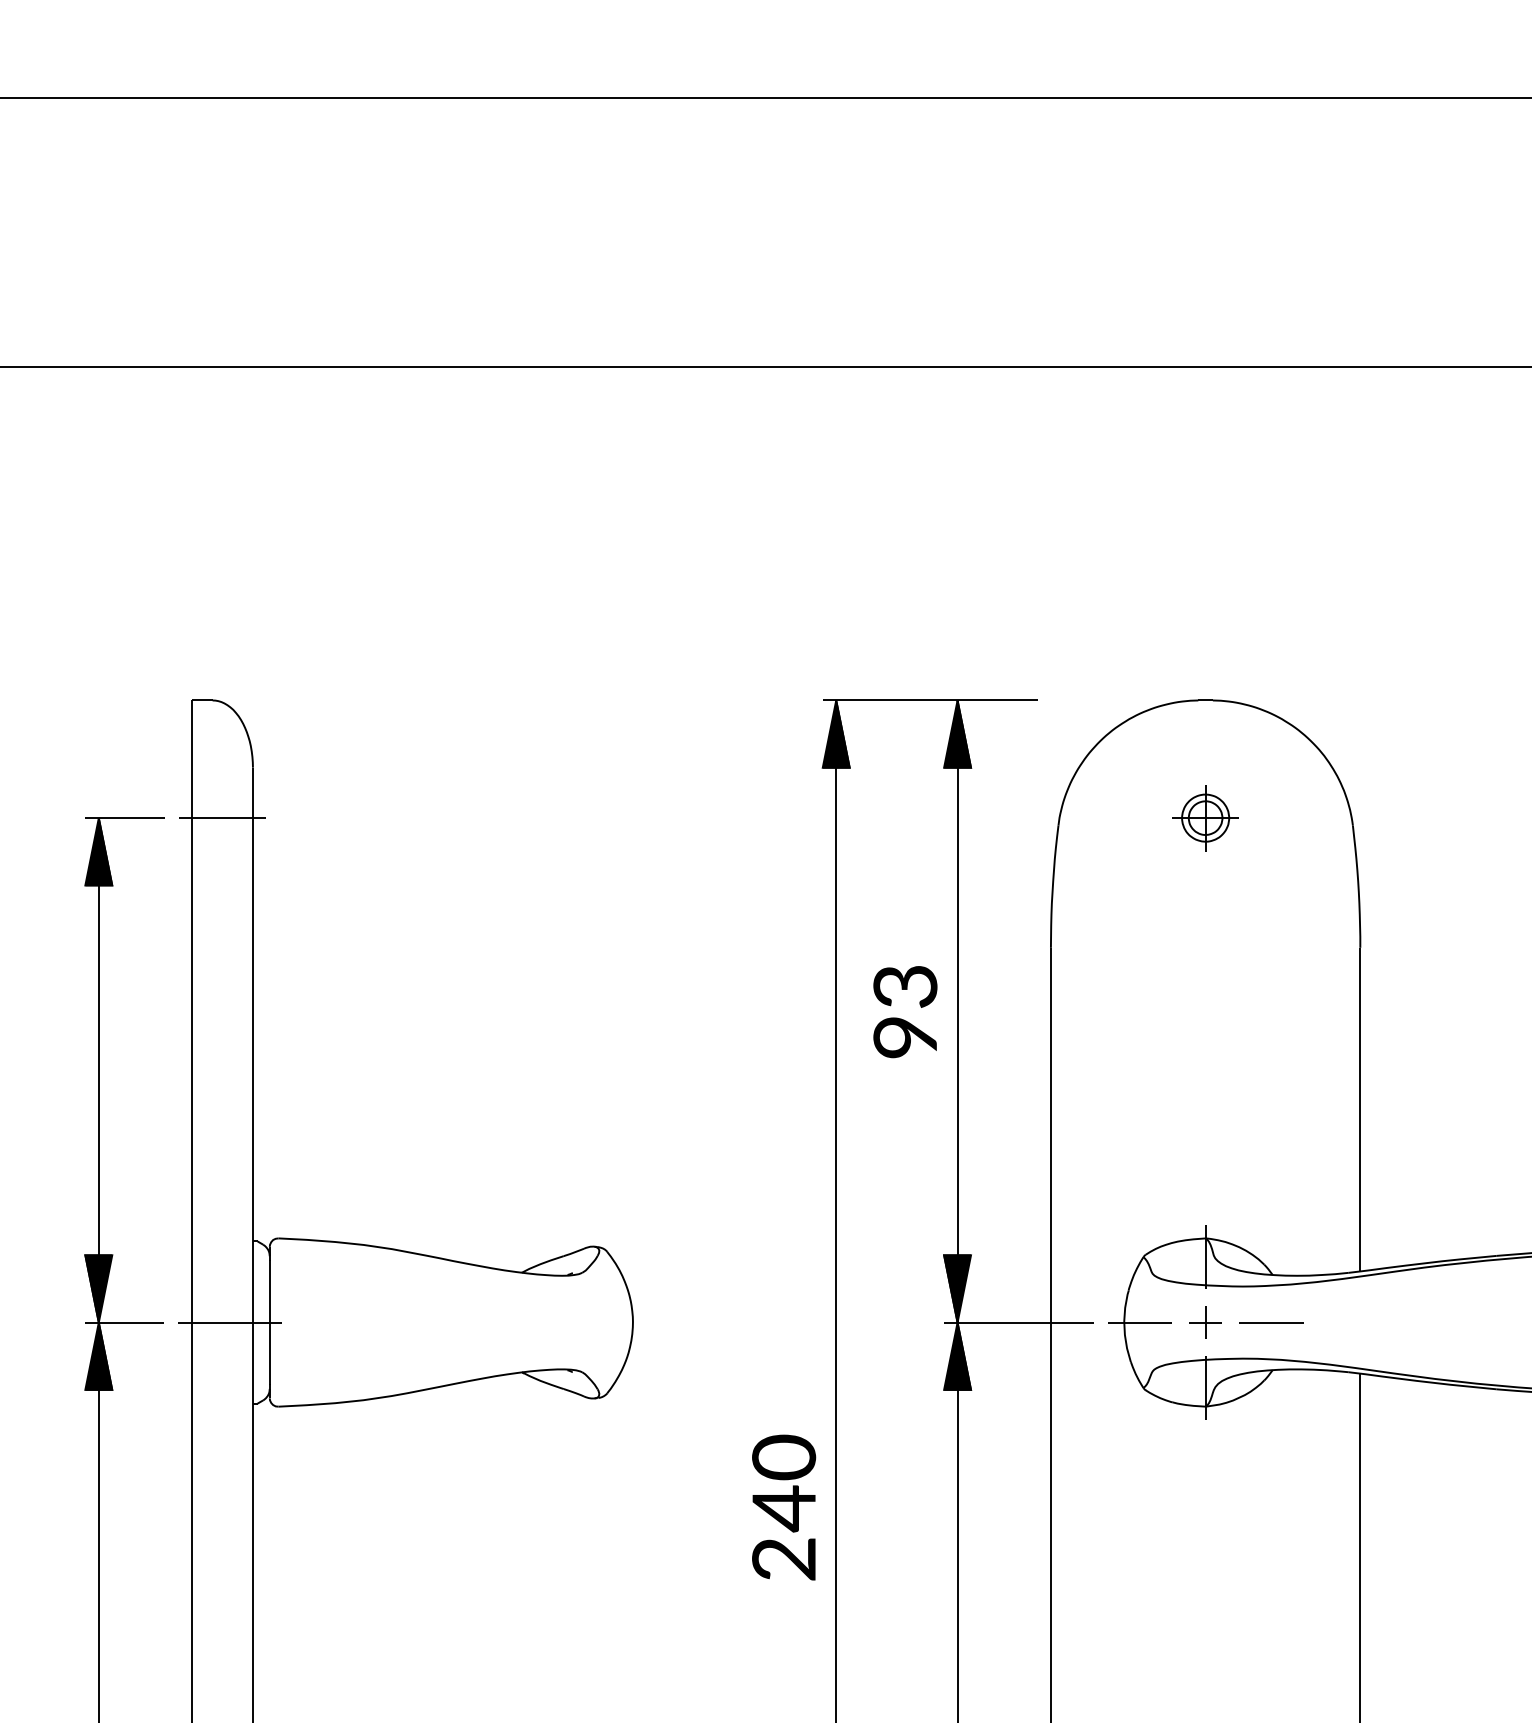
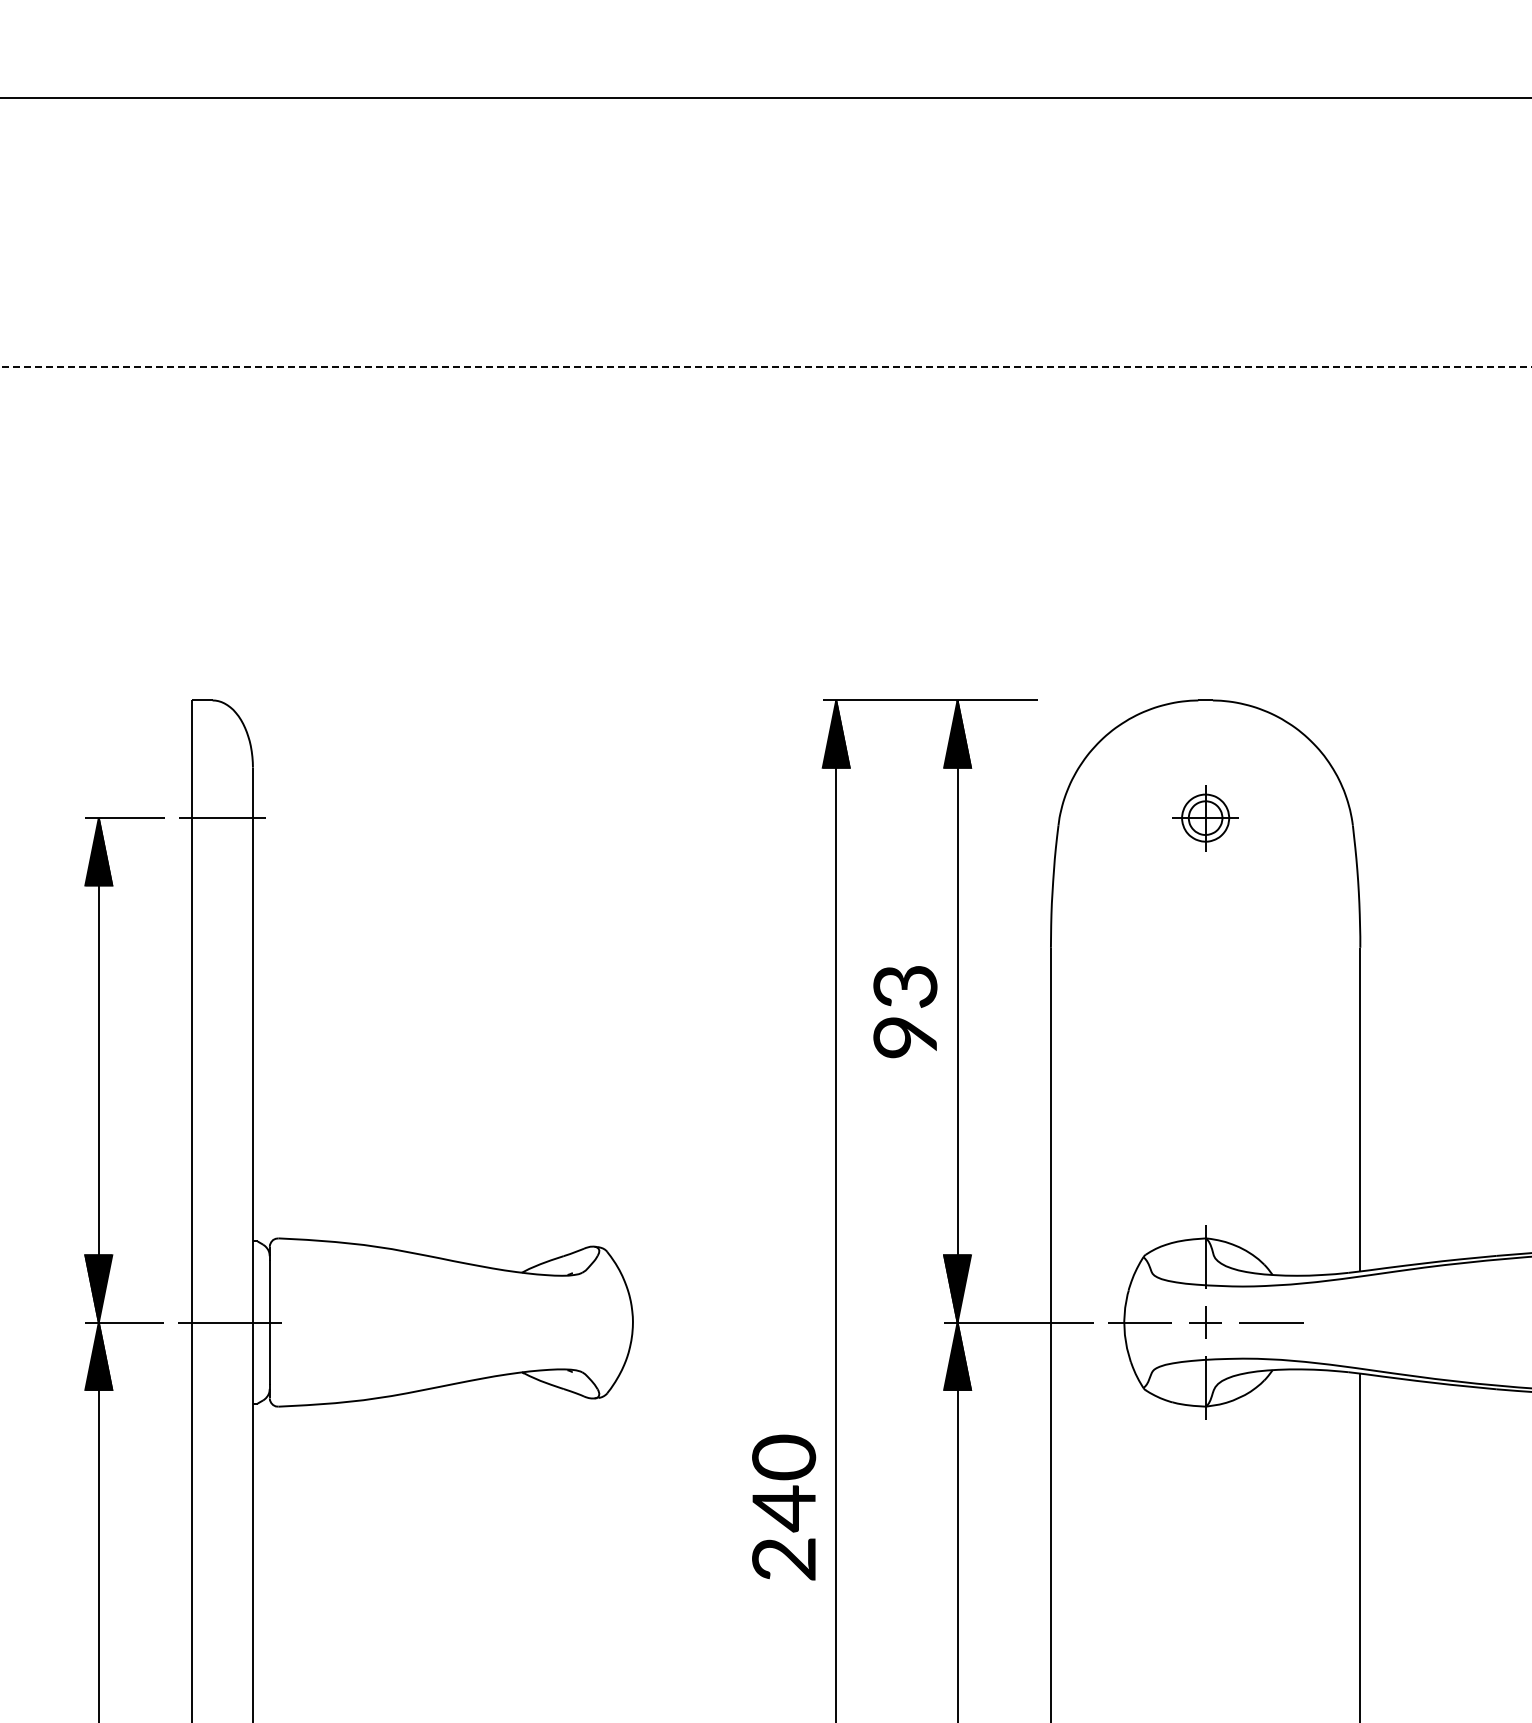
line at (766, 366): solid -> dashed
